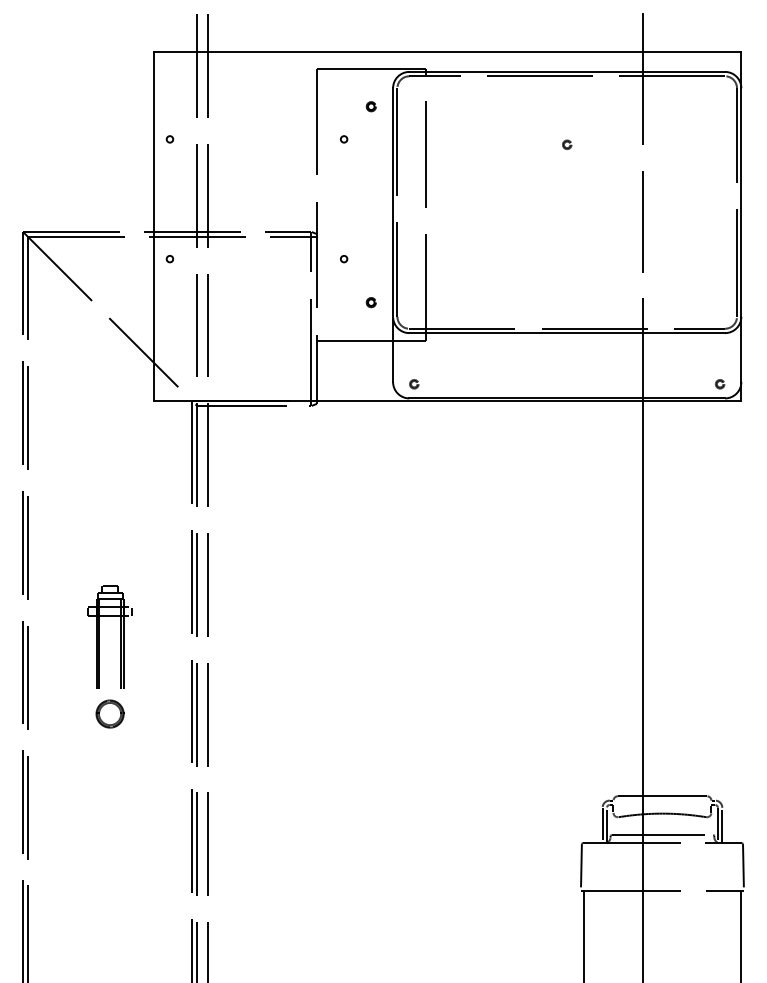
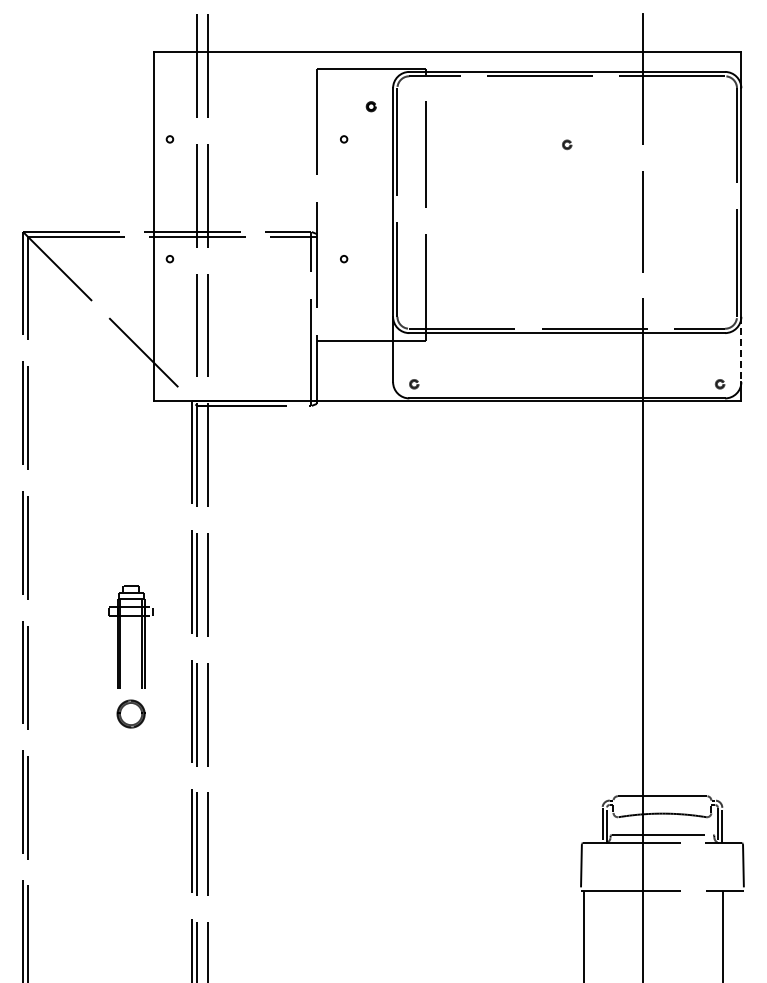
part at (370, 302): present -> none
line at (741, 349): solid -> dashed
part at (99, 656) position: (99, 656) -> (120, 656)
line at (740, 934) position: (740, 934) -> (722, 934)
